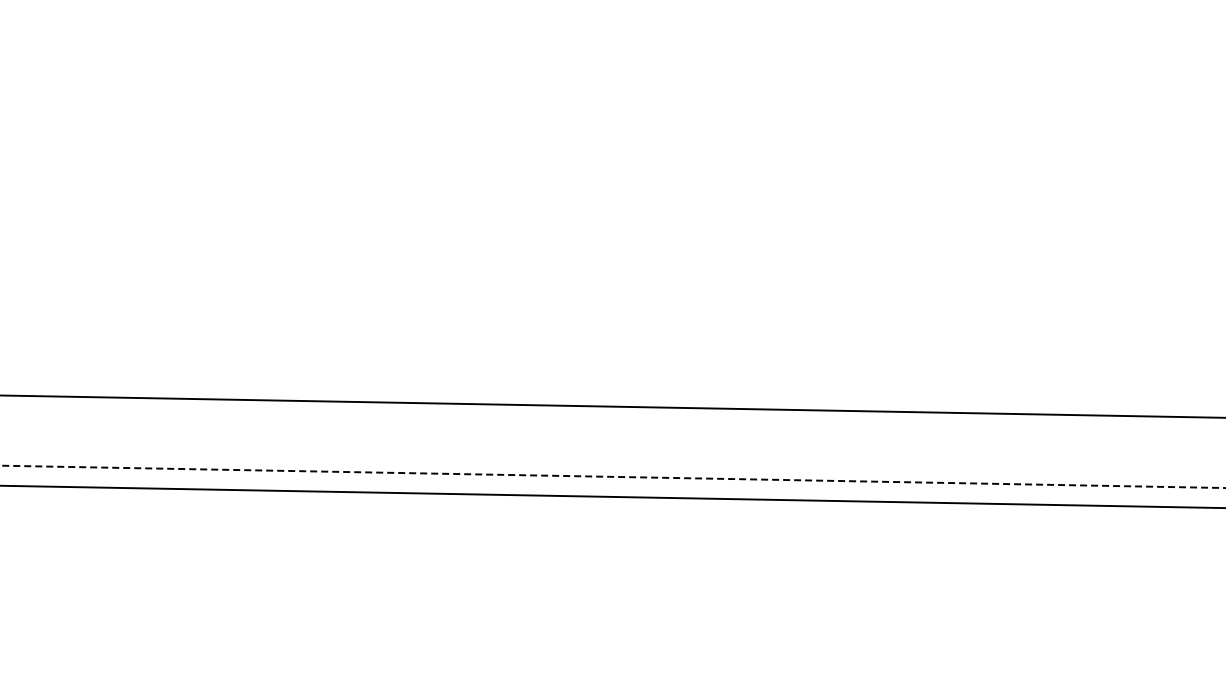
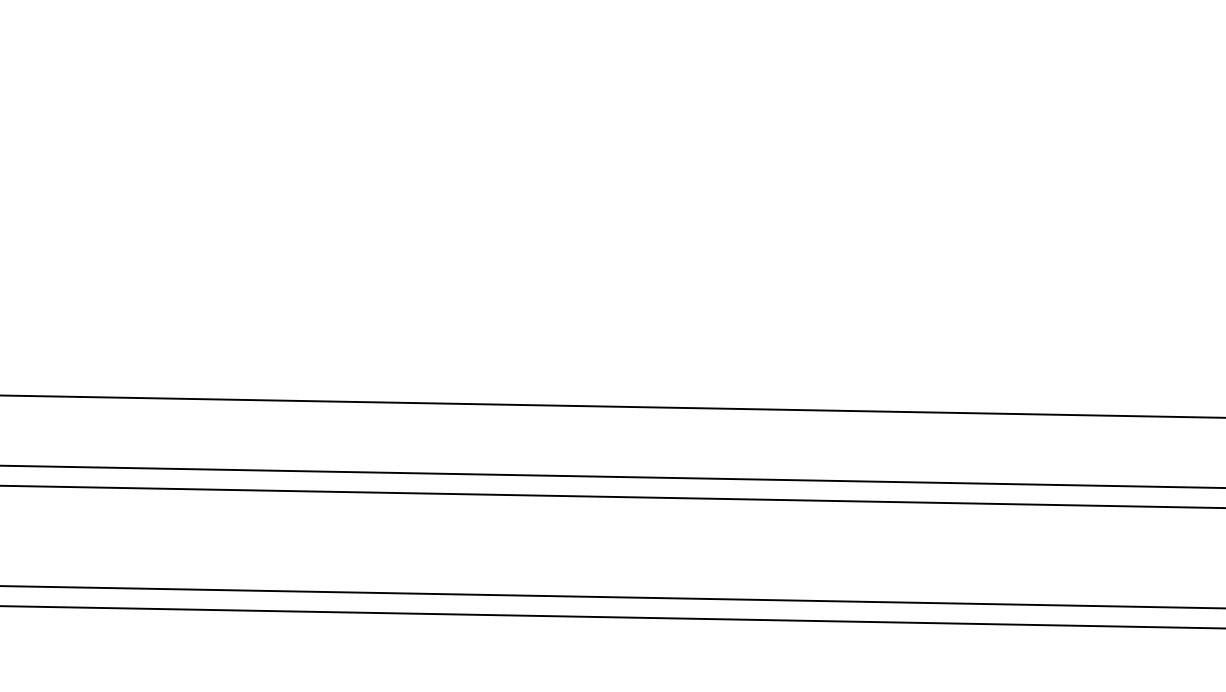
line at (612, 476): dashed -> solid
line at (612, 597): none -> present
line at (612, 617): none -> present
